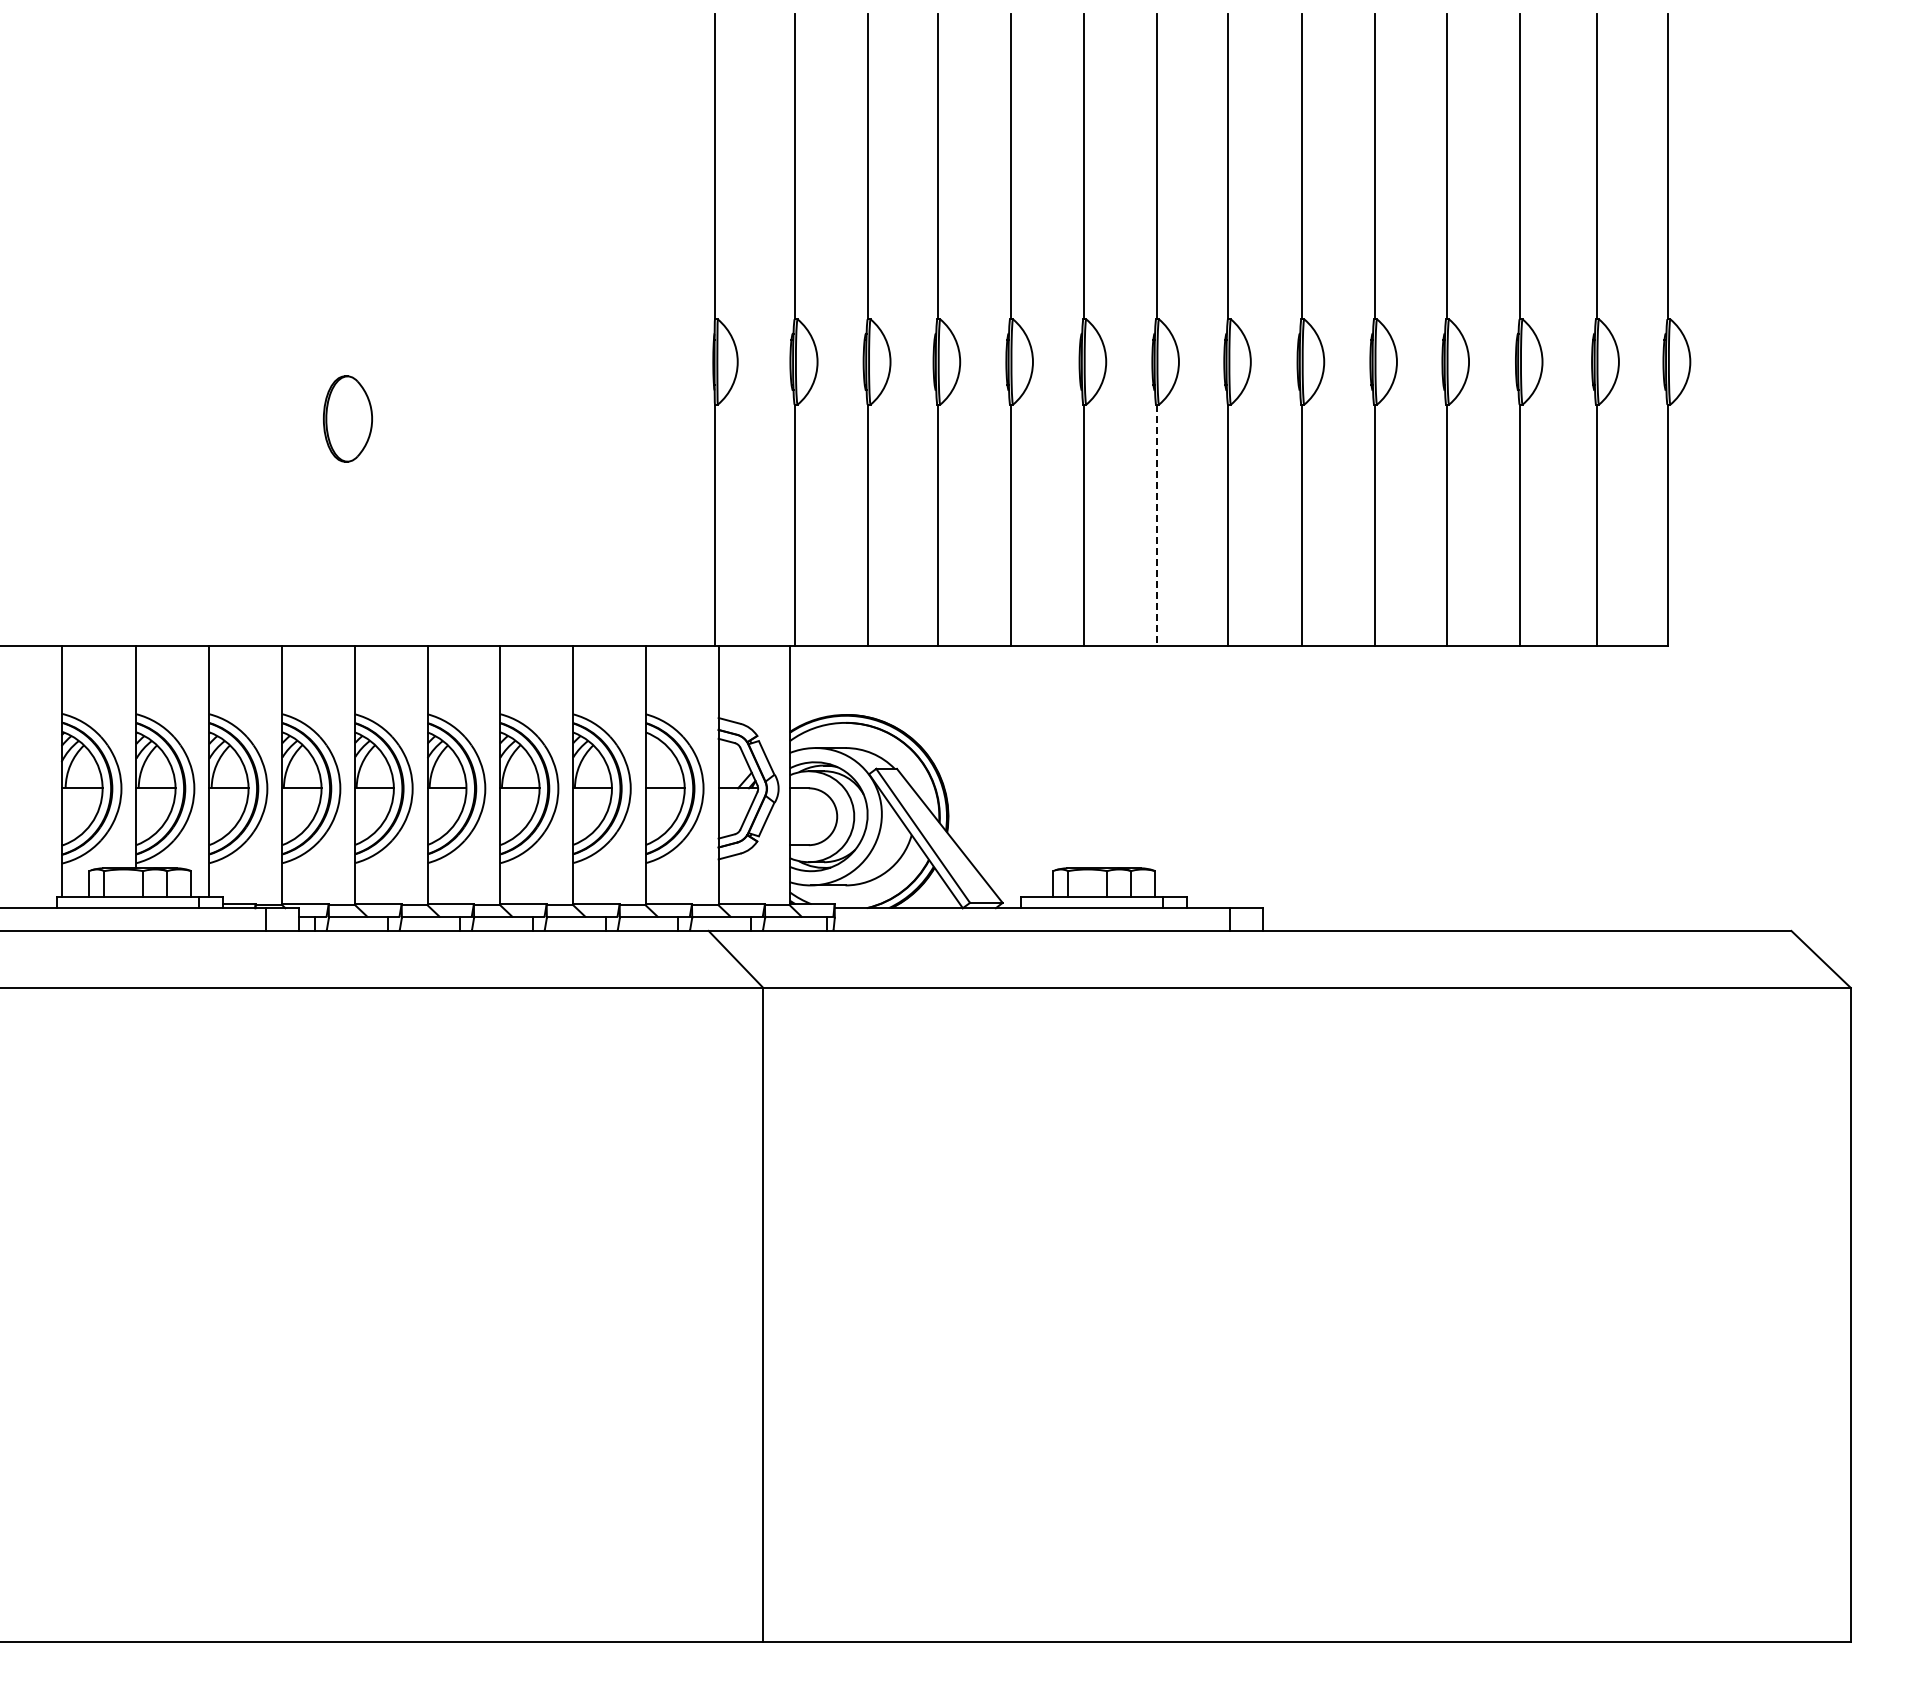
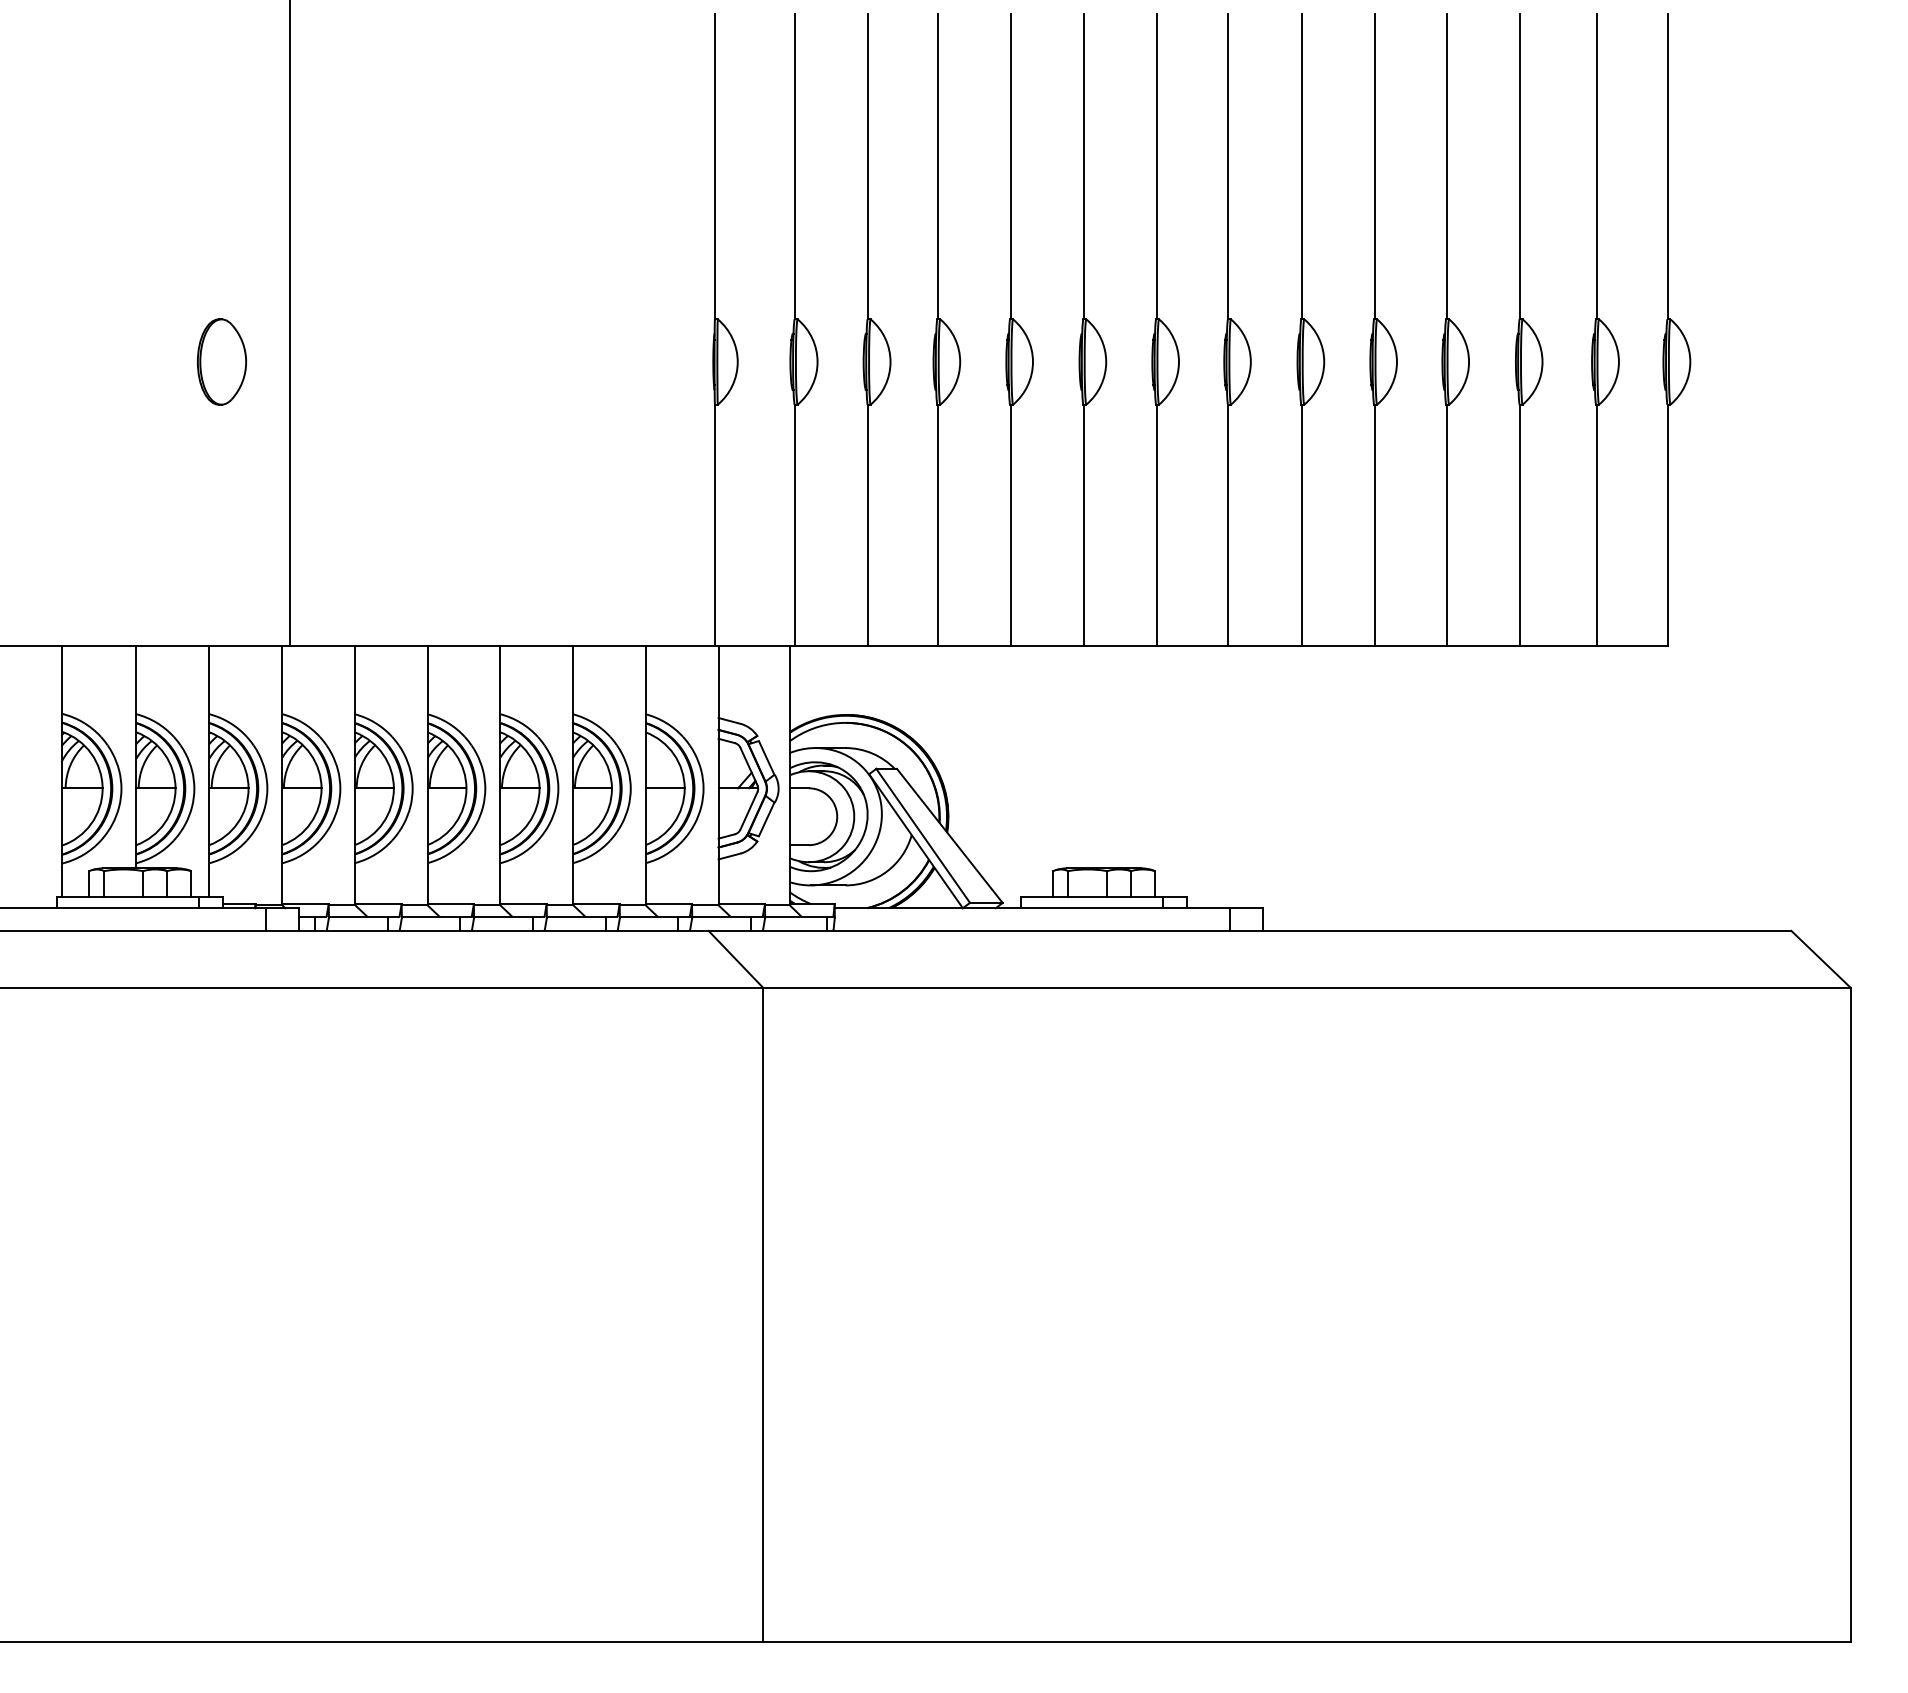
line at (289, 324): none -> present
part at (347, 418) position: (347, 418) -> (221, 361)
line at (1156, 525): dashed -> solid
